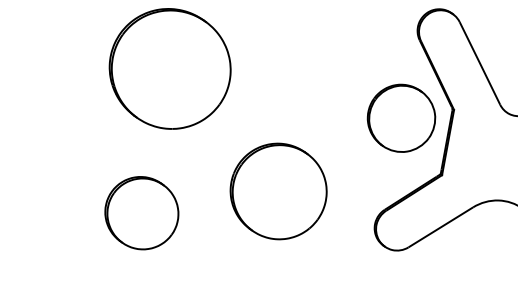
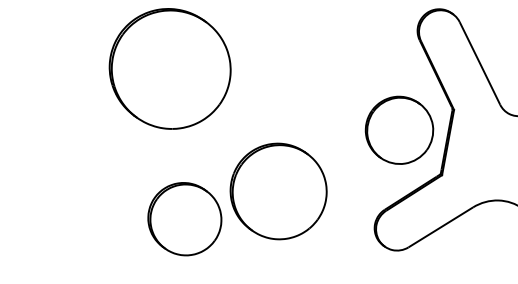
part at (401, 117) position: (401, 117) -> (399, 129)
part at (141, 213) position: (141, 213) -> (184, 219)
